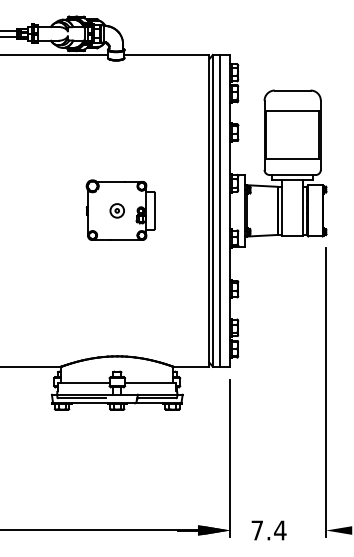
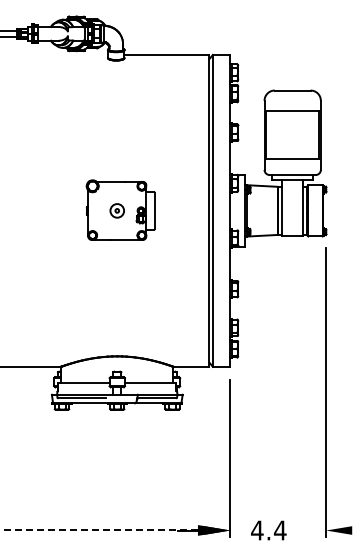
line at (55, 54): present -> none
line at (220, 210): present -> none
line at (99, 530): solid -> dashed
text at (257, 530): 7.4 -> 4.4
